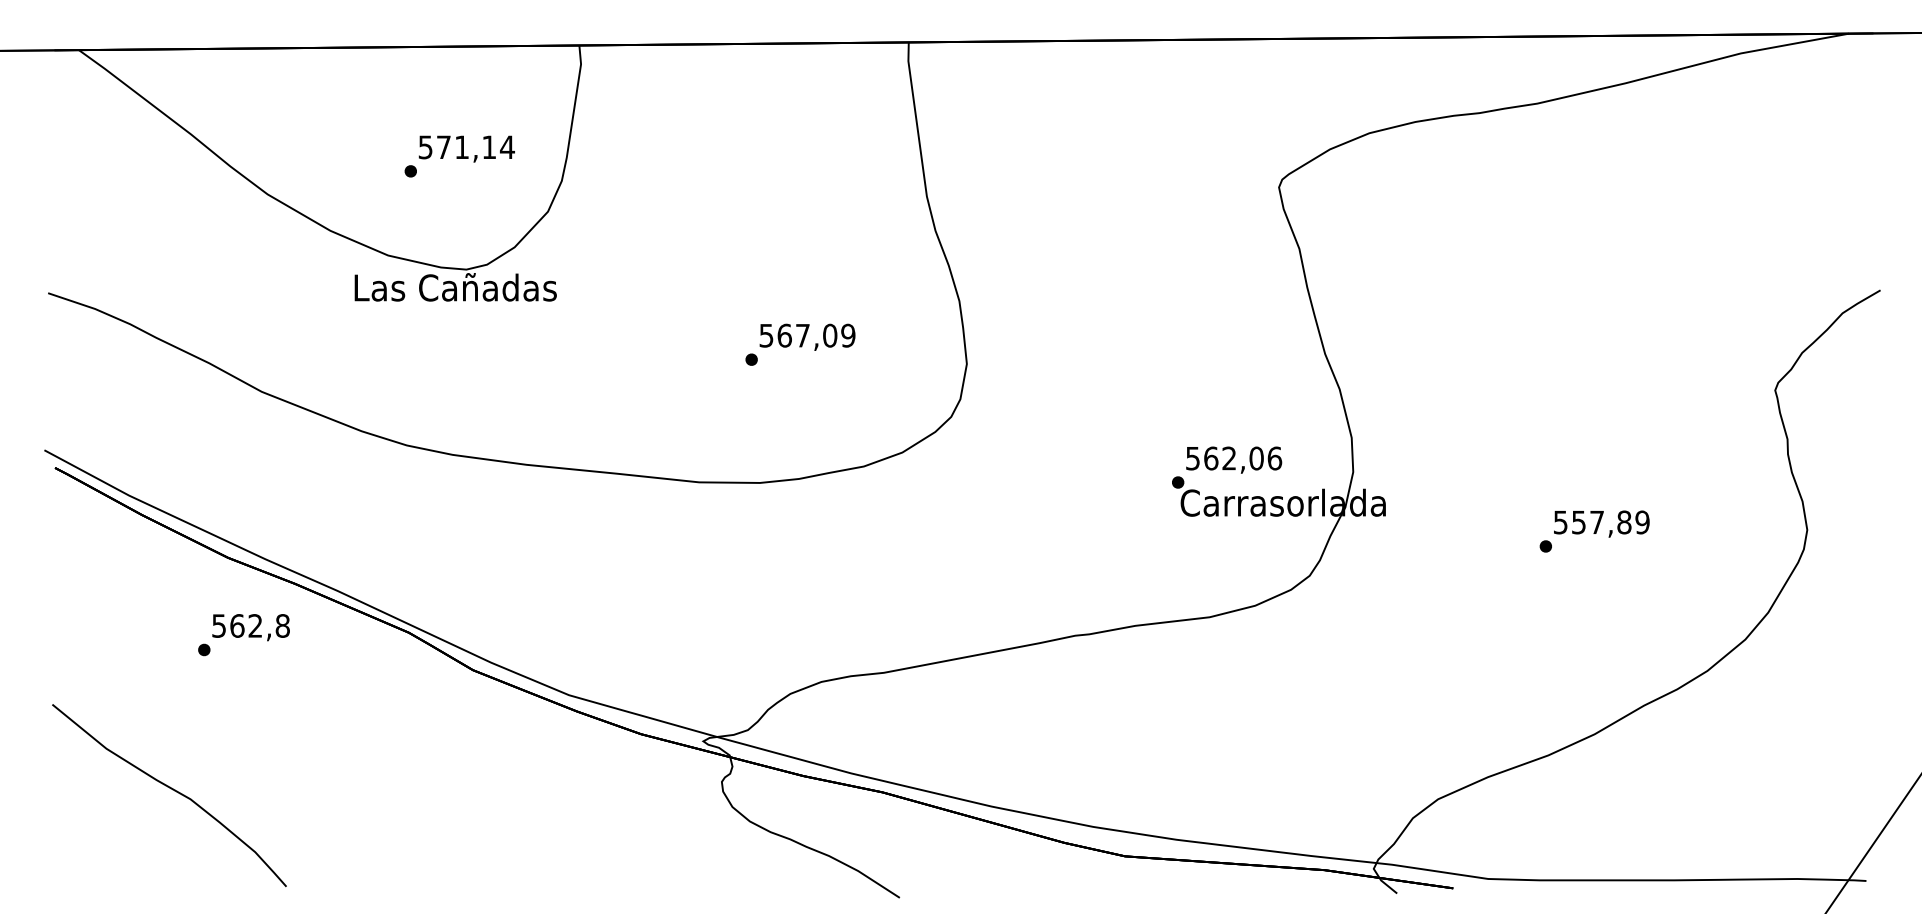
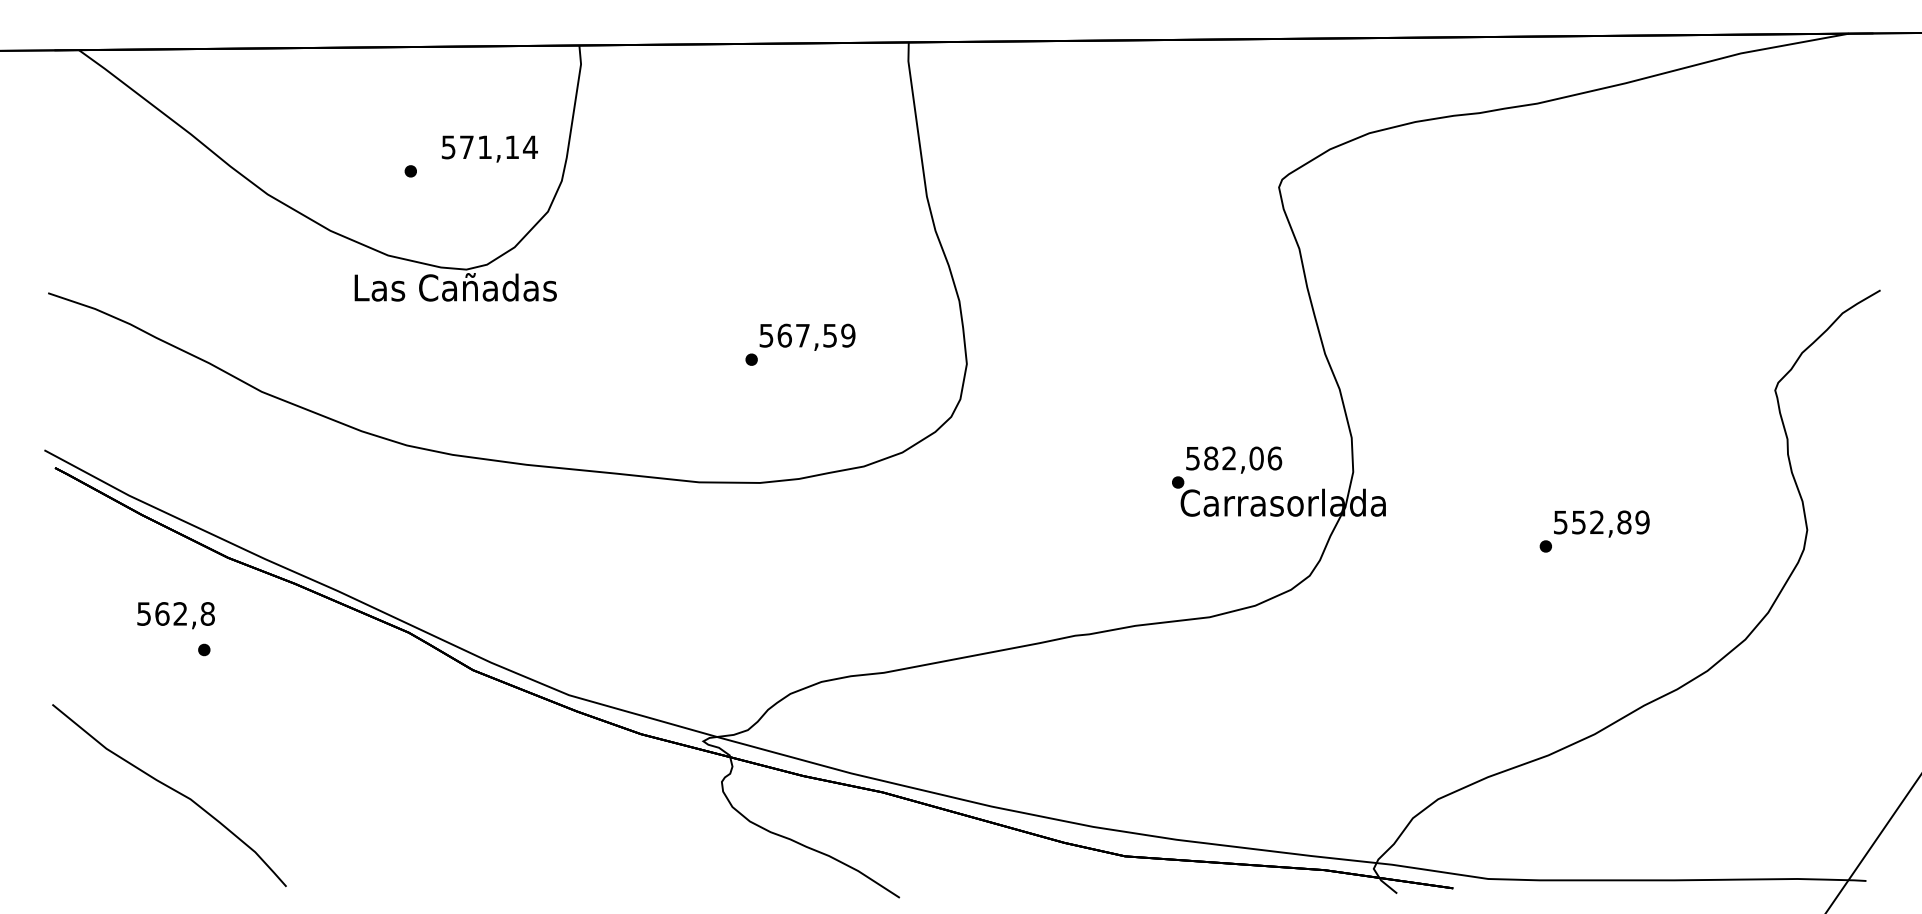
text at (466, 148) position: (466, 148) -> (489, 148)
text at (830, 335): 567,09 -> 567,59
text at (1211, 458): 562,06 -> 582,06
text at (1596, 521): 557,89 -> 552,89
text at (250, 627) position: (250, 627) -> (175, 615)
